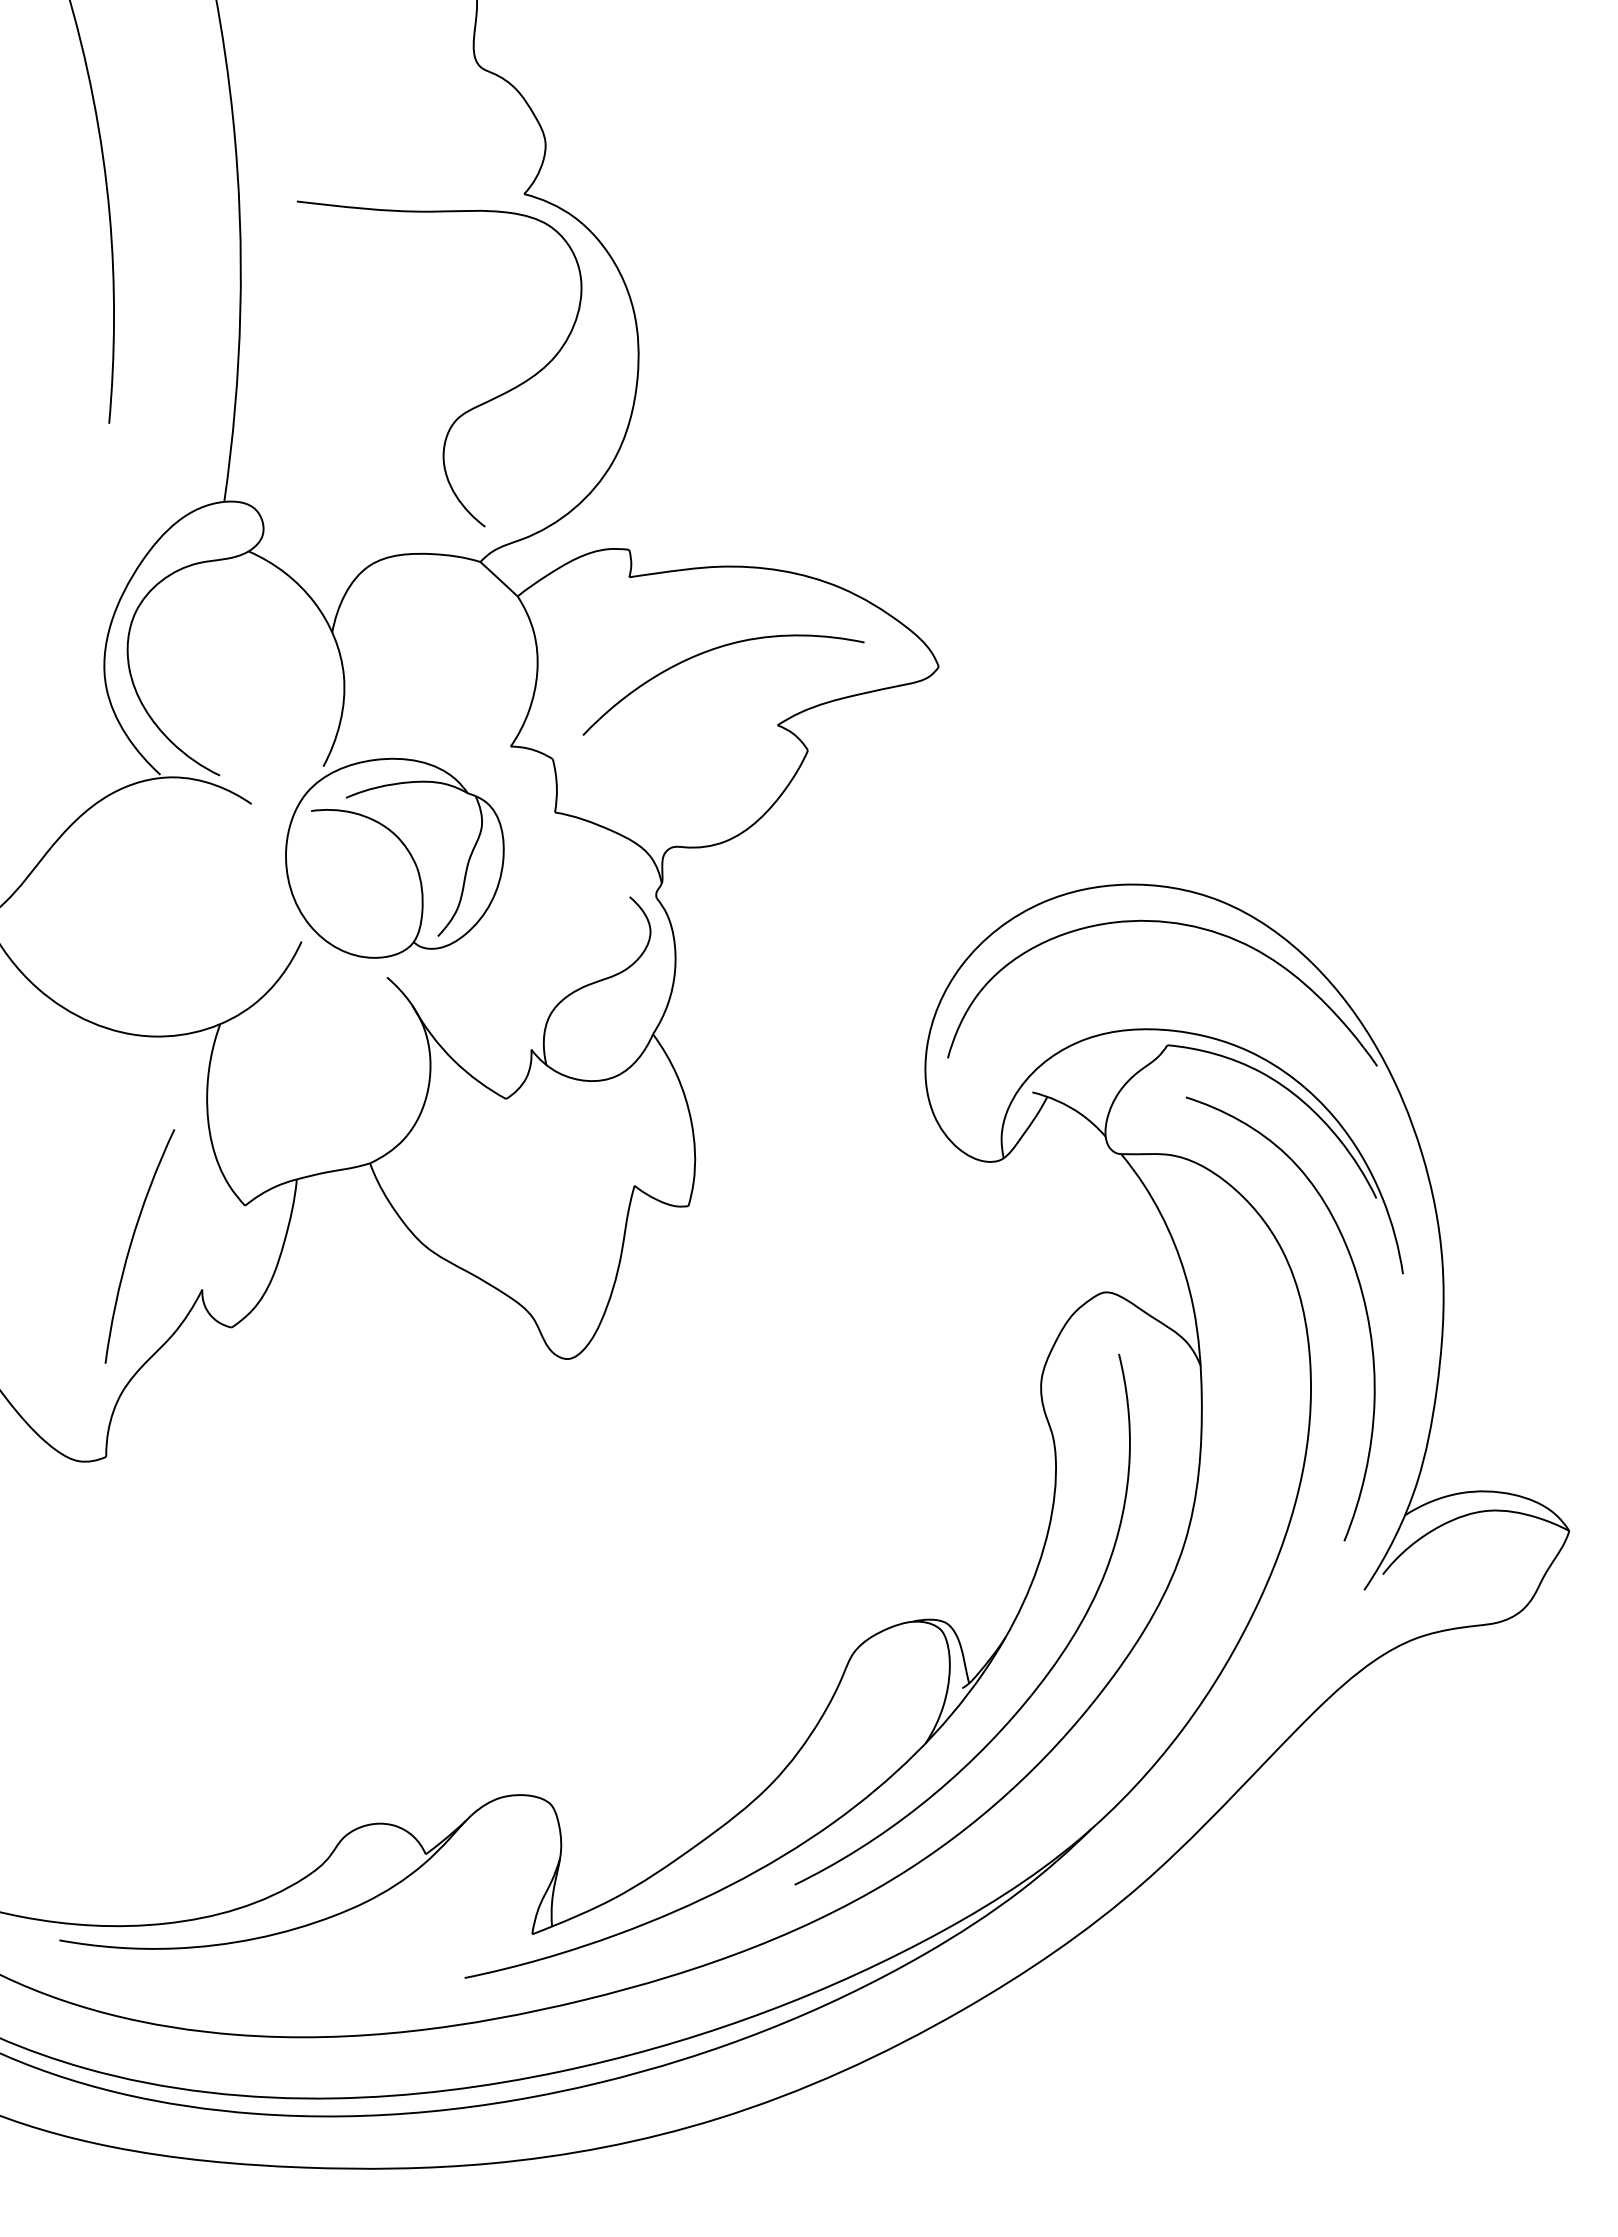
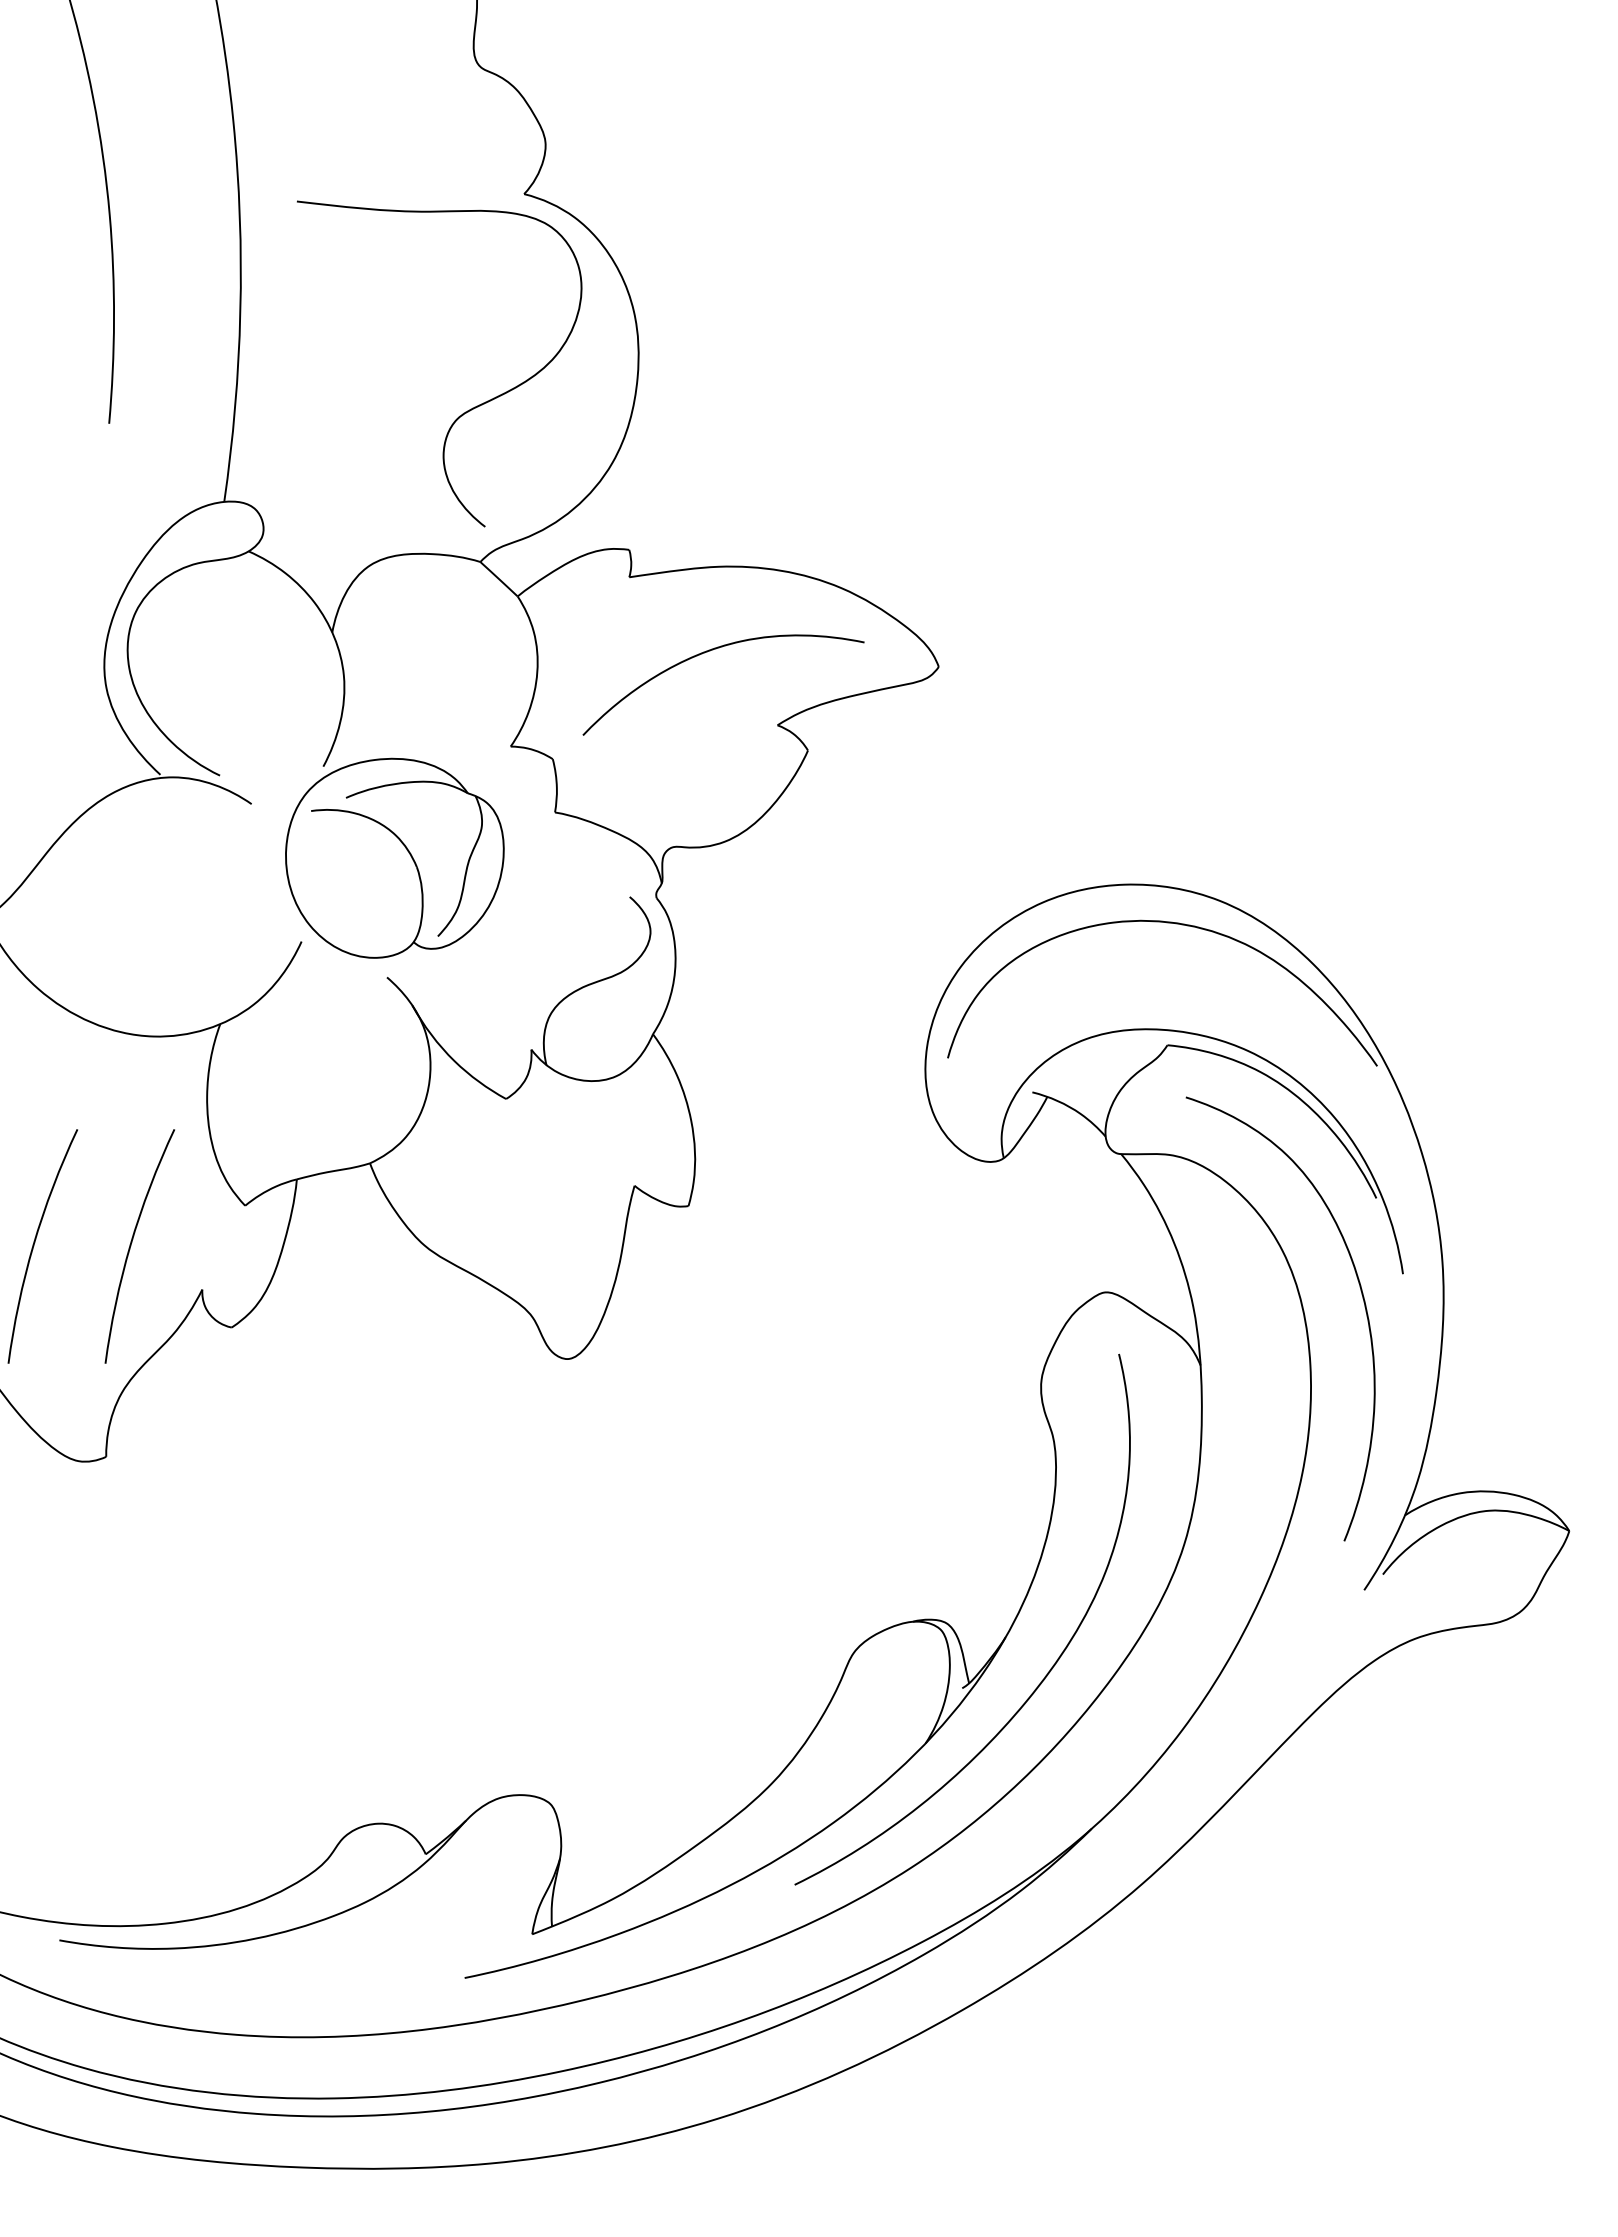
curve at (34, 1246): none -> present
